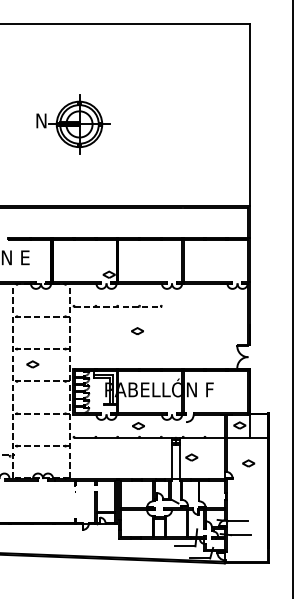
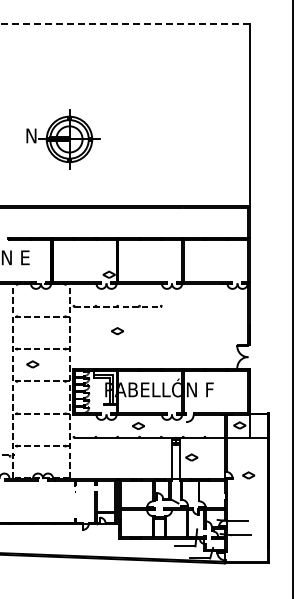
line at (124, 23): solid -> dashed
part at (73, 124) position: (73, 124) -> (63, 139)
part at (137, 331) position: (137, 331) -> (117, 331)
part at (248, 463) position: (248, 463) -> (248, 475)
